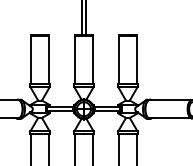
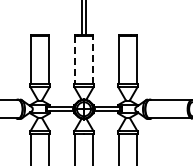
line at (93, 59): solid -> dashed
line at (74, 60): solid -> dashed
